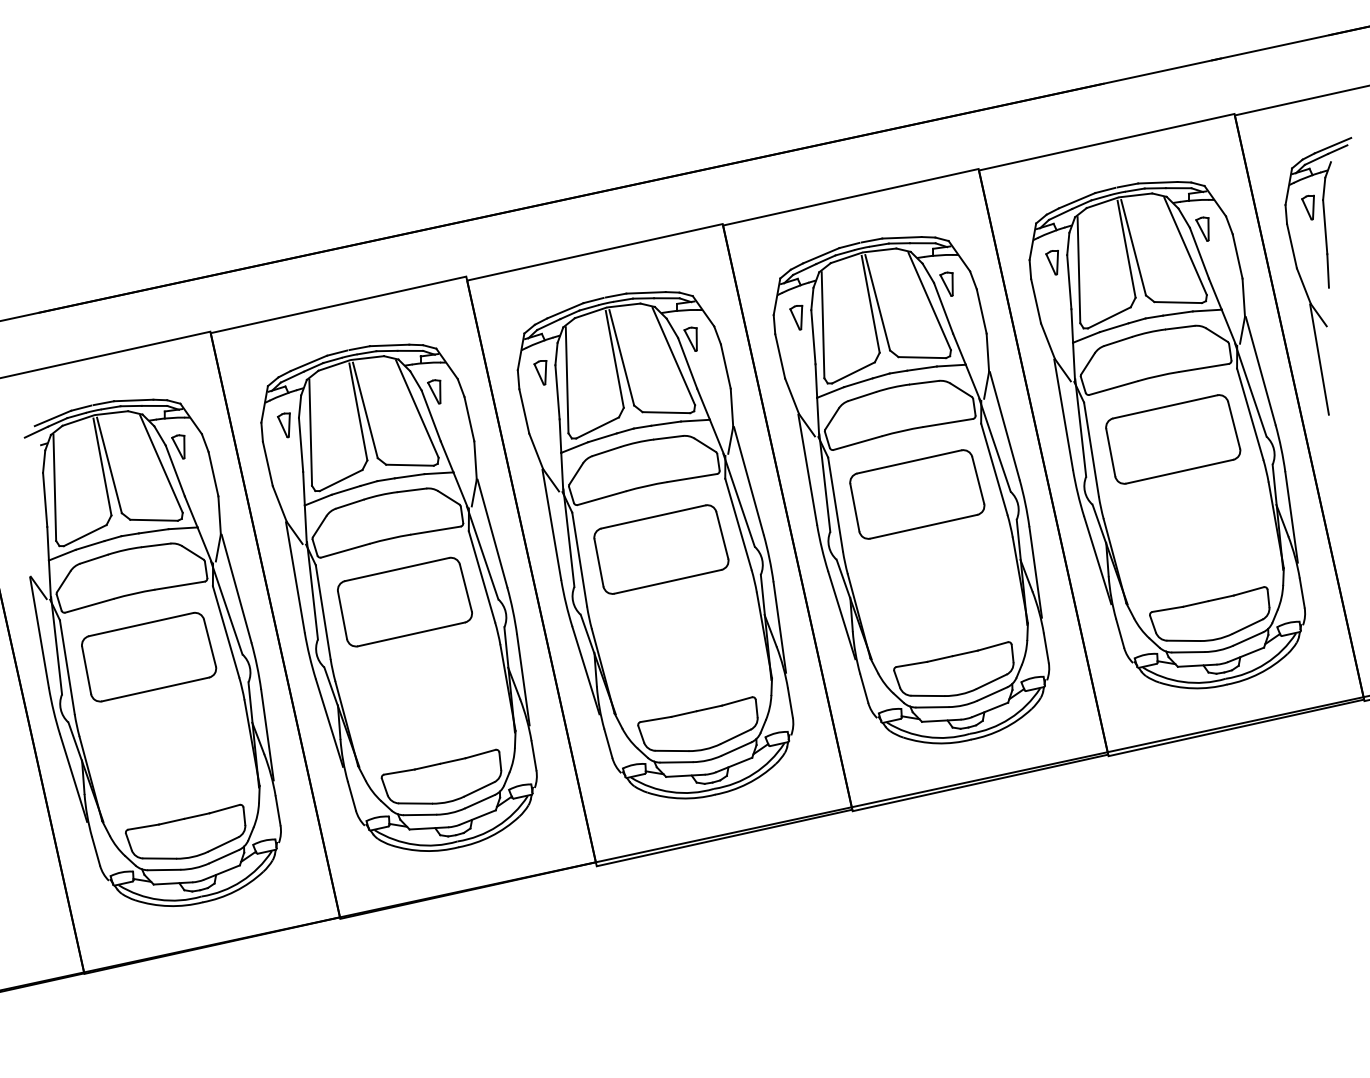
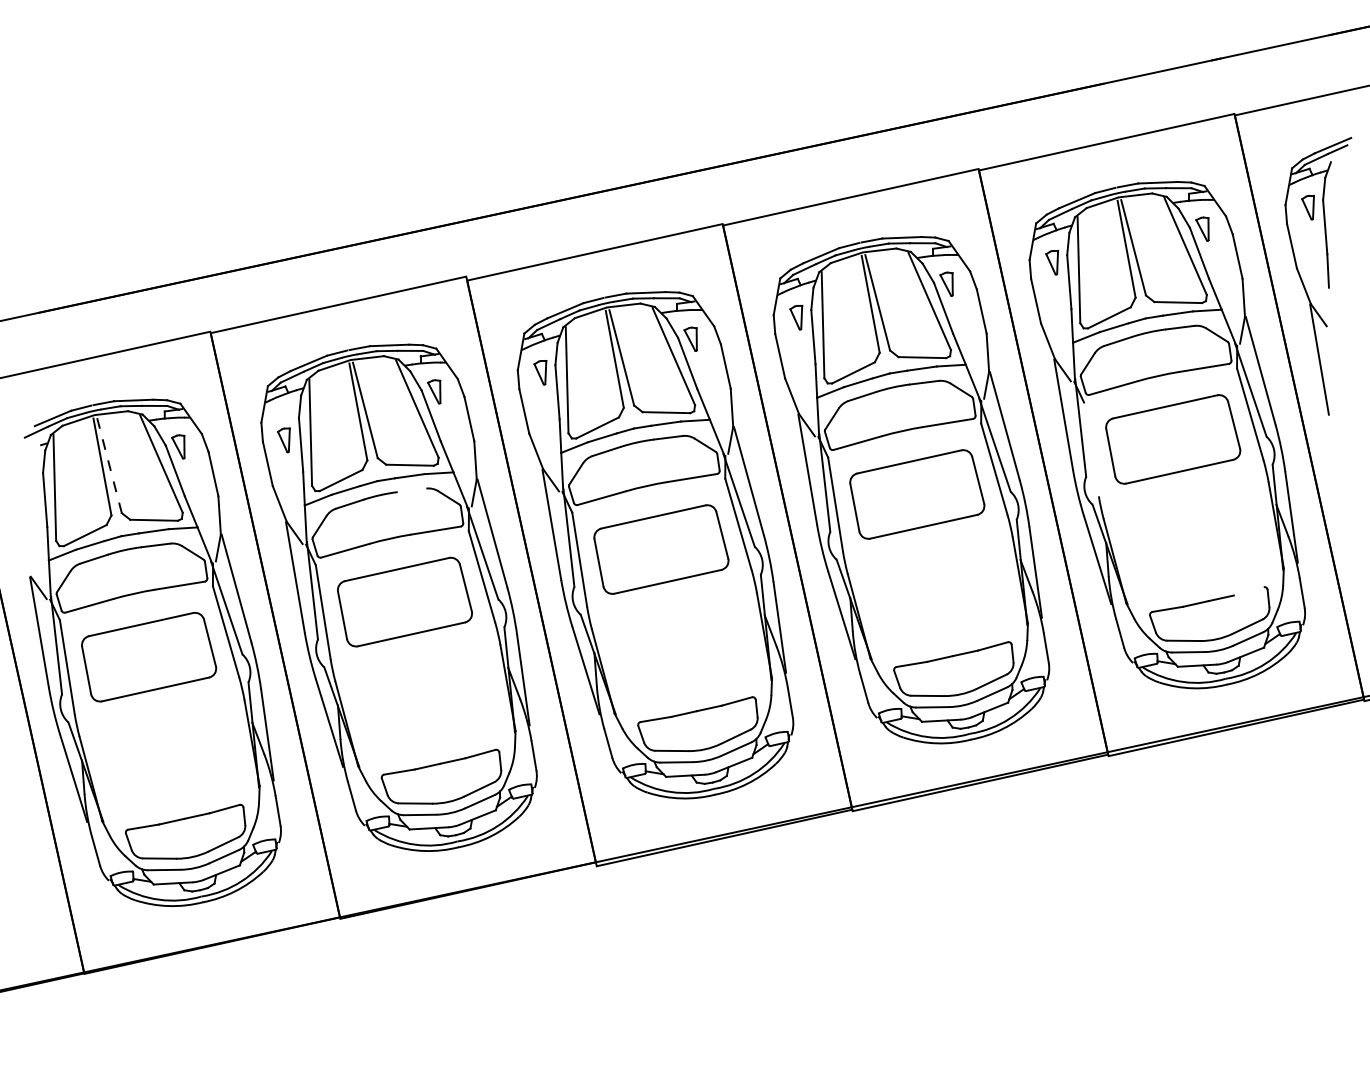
part at (283, 425) position: (283, 425) -> (283, 440)
line at (1091, 449): present -> none
line at (109, 464): solid -> dashed
line at (411, 490): present -> none
line at (1248, 591): present -> none
